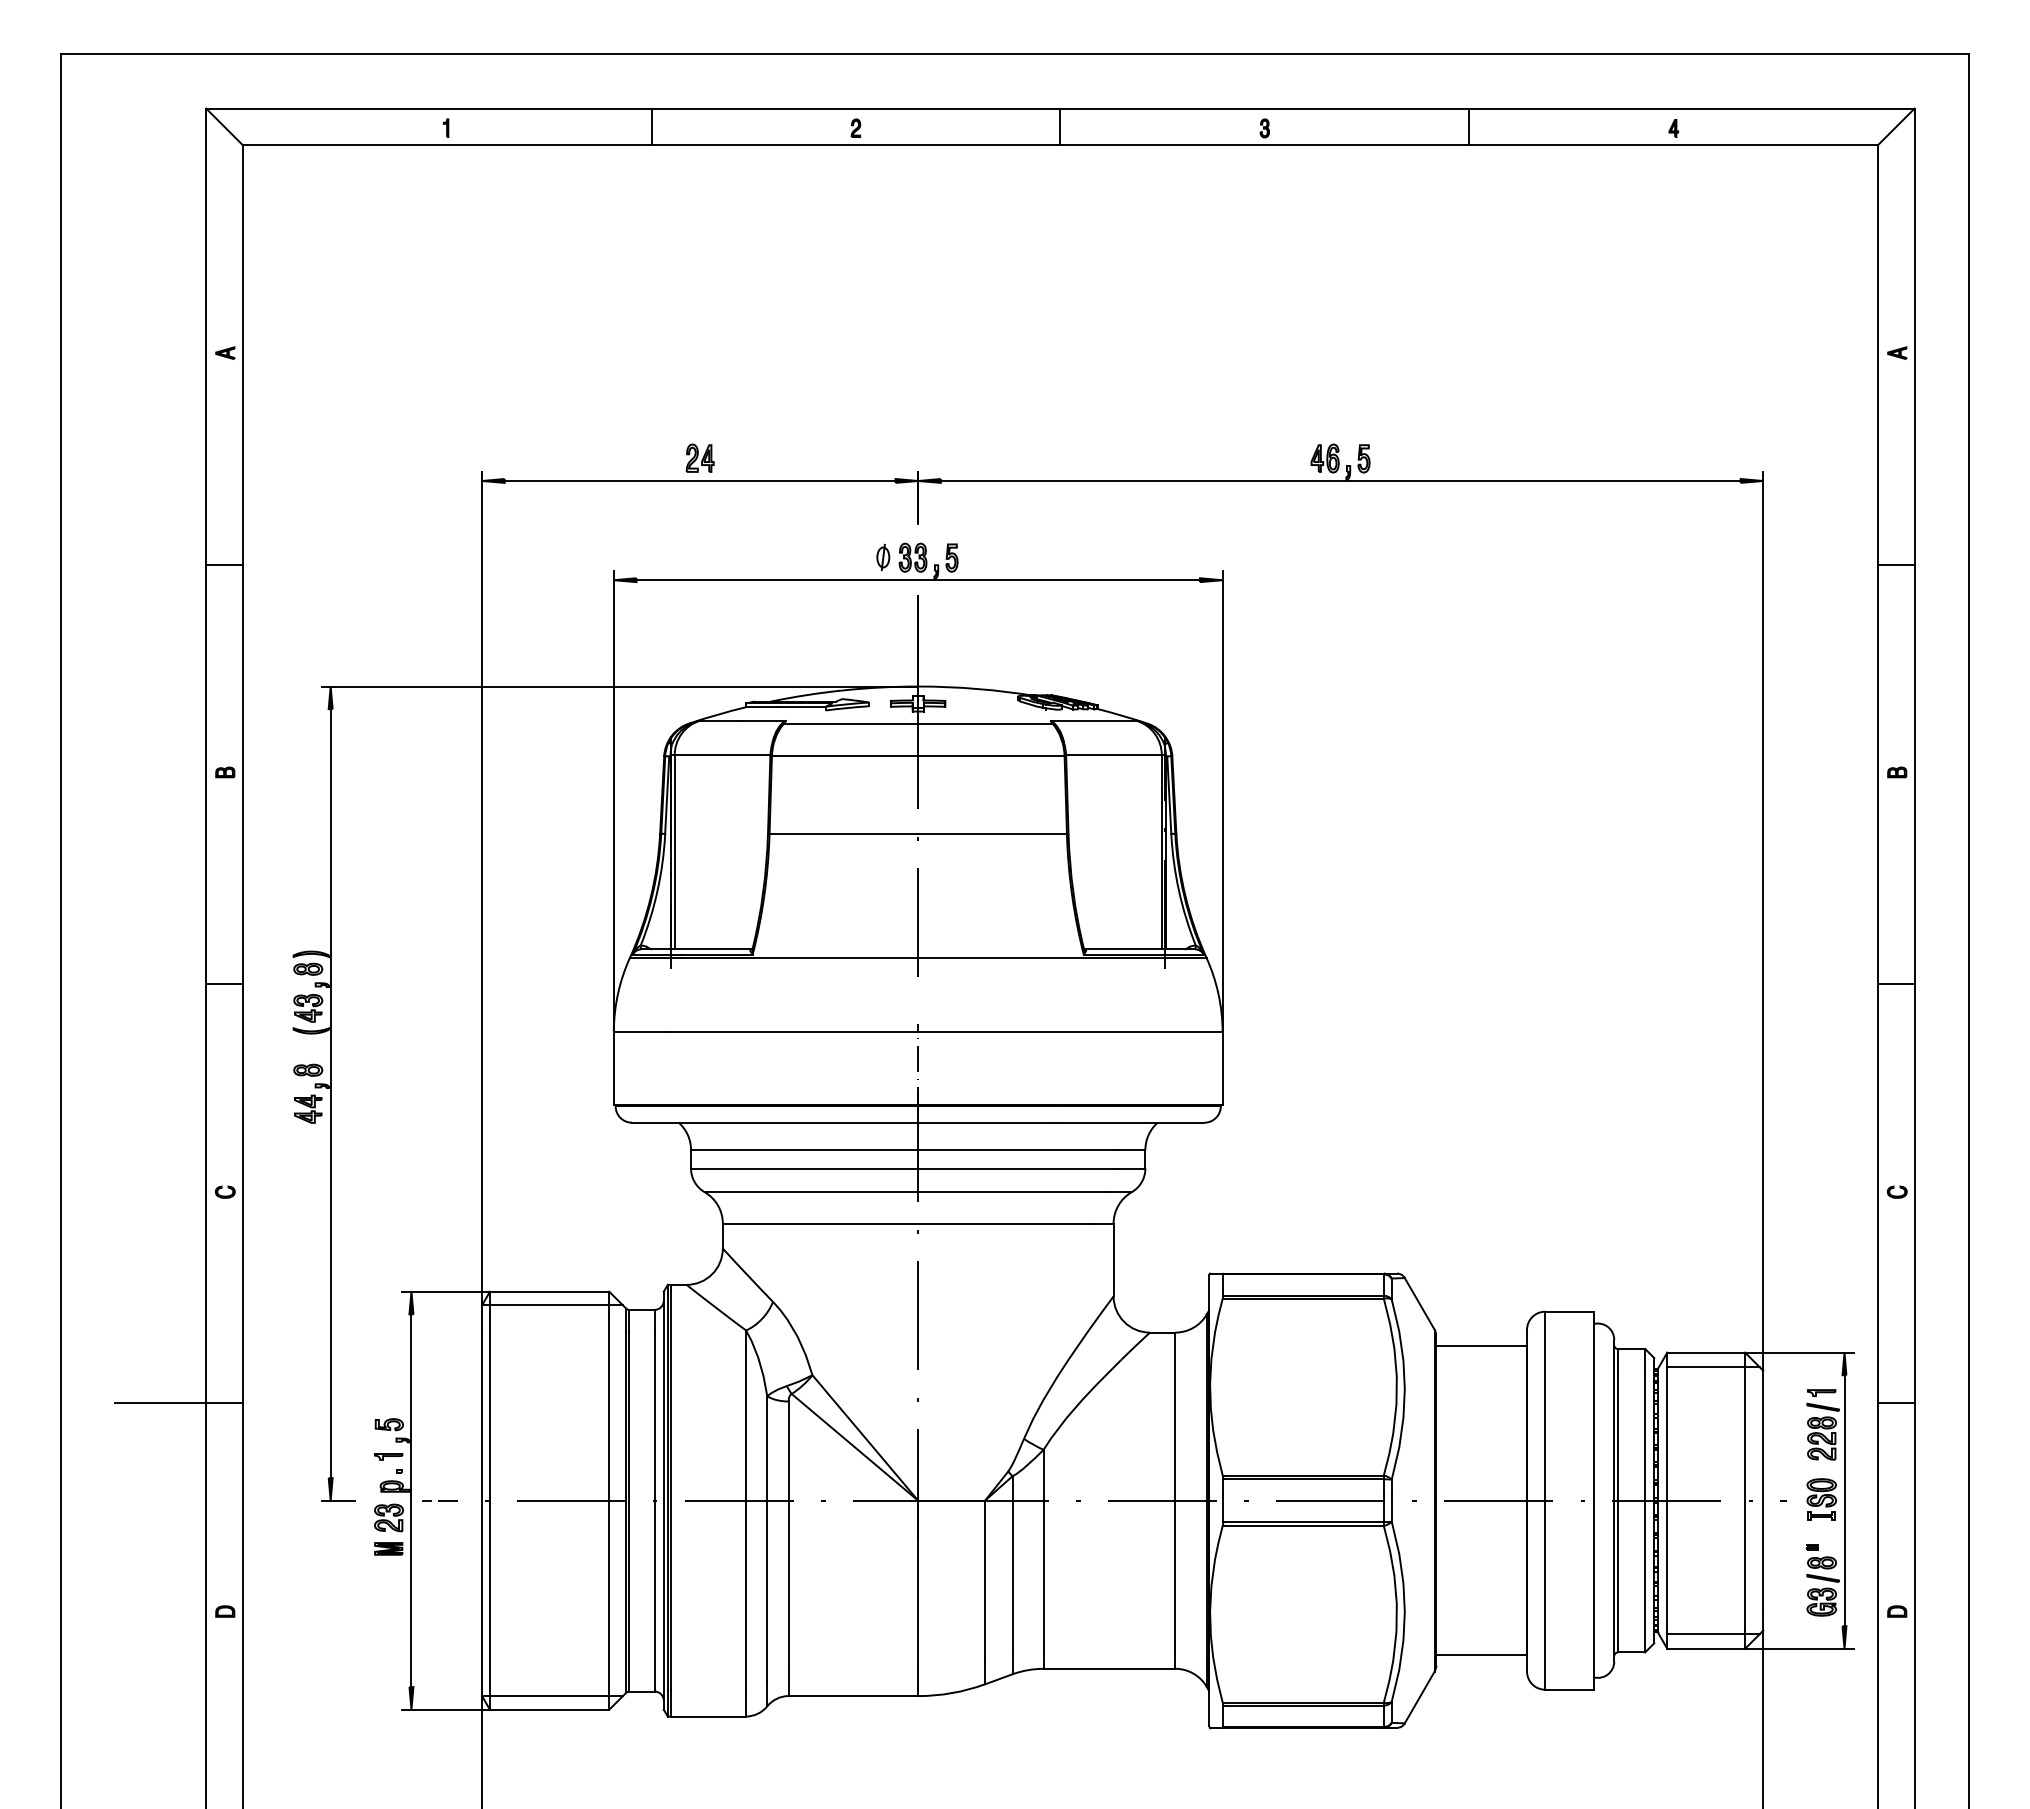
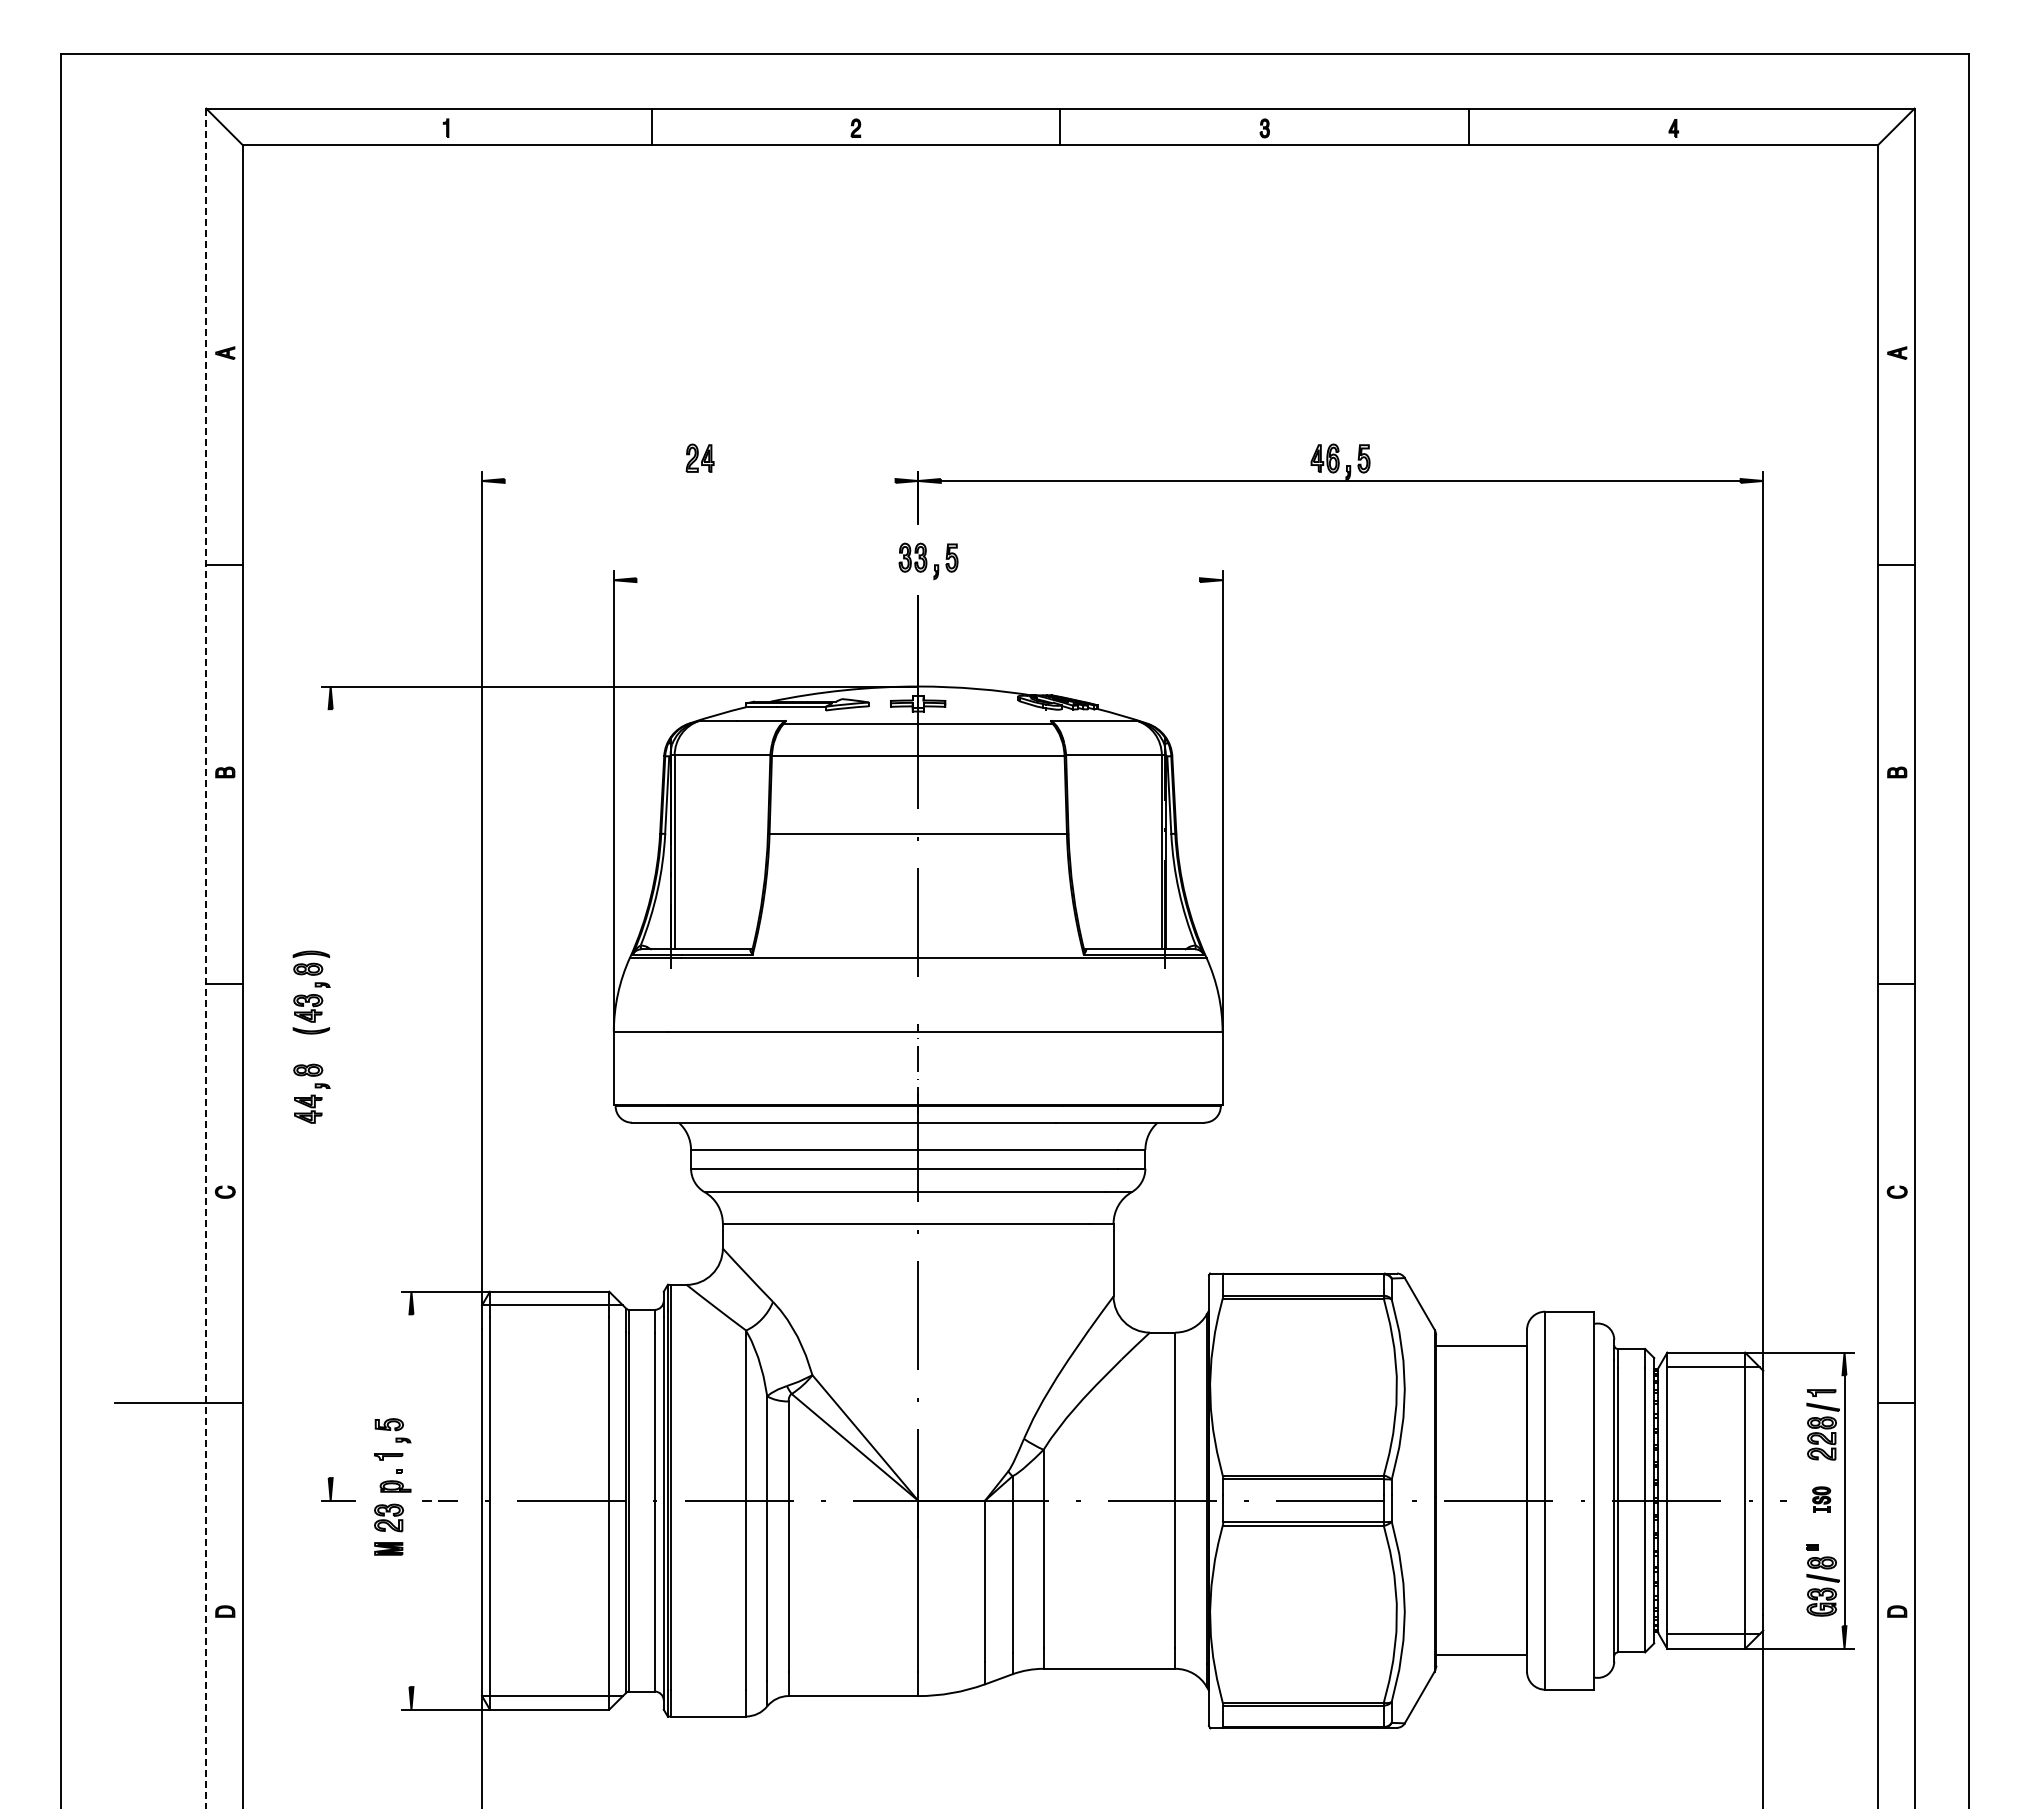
line at (699, 481): present -> none
part at (883, 557): present -> none
line at (918, 580): present -> none
line at (206, 958): solid -> dashed
line at (330, 1093): present -> none
part at (1821, 1499) size: 31x43 px -> 20x27 px
line at (411, 1500): present -> none
